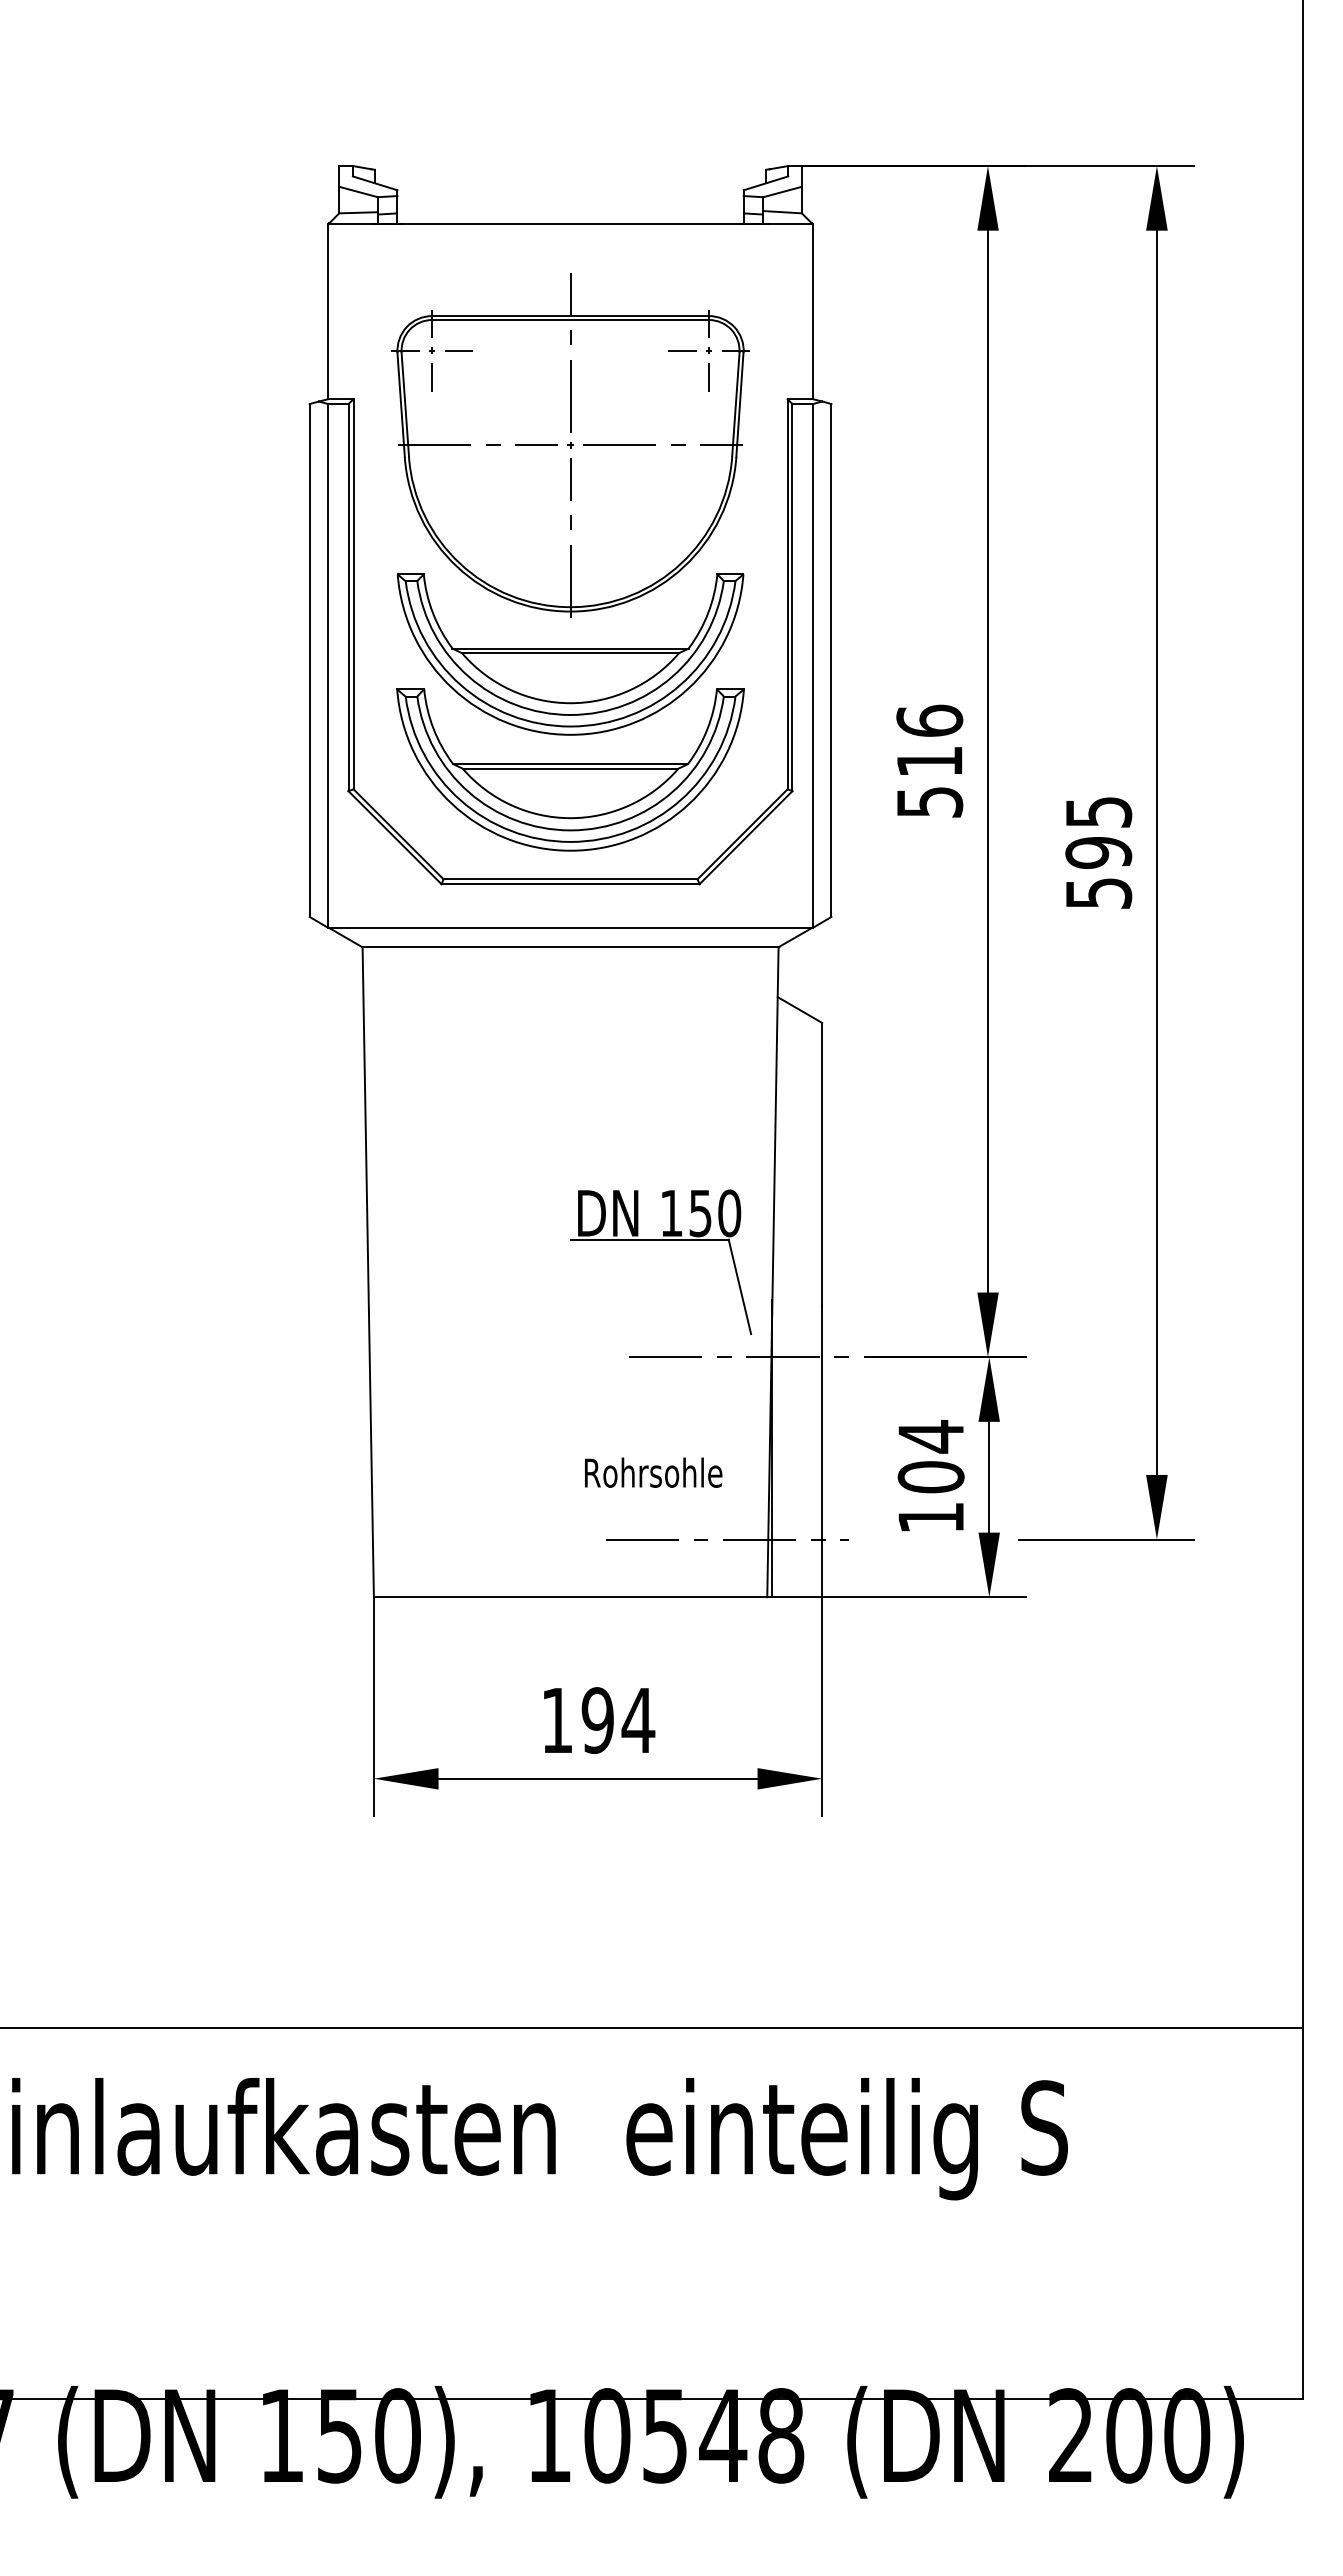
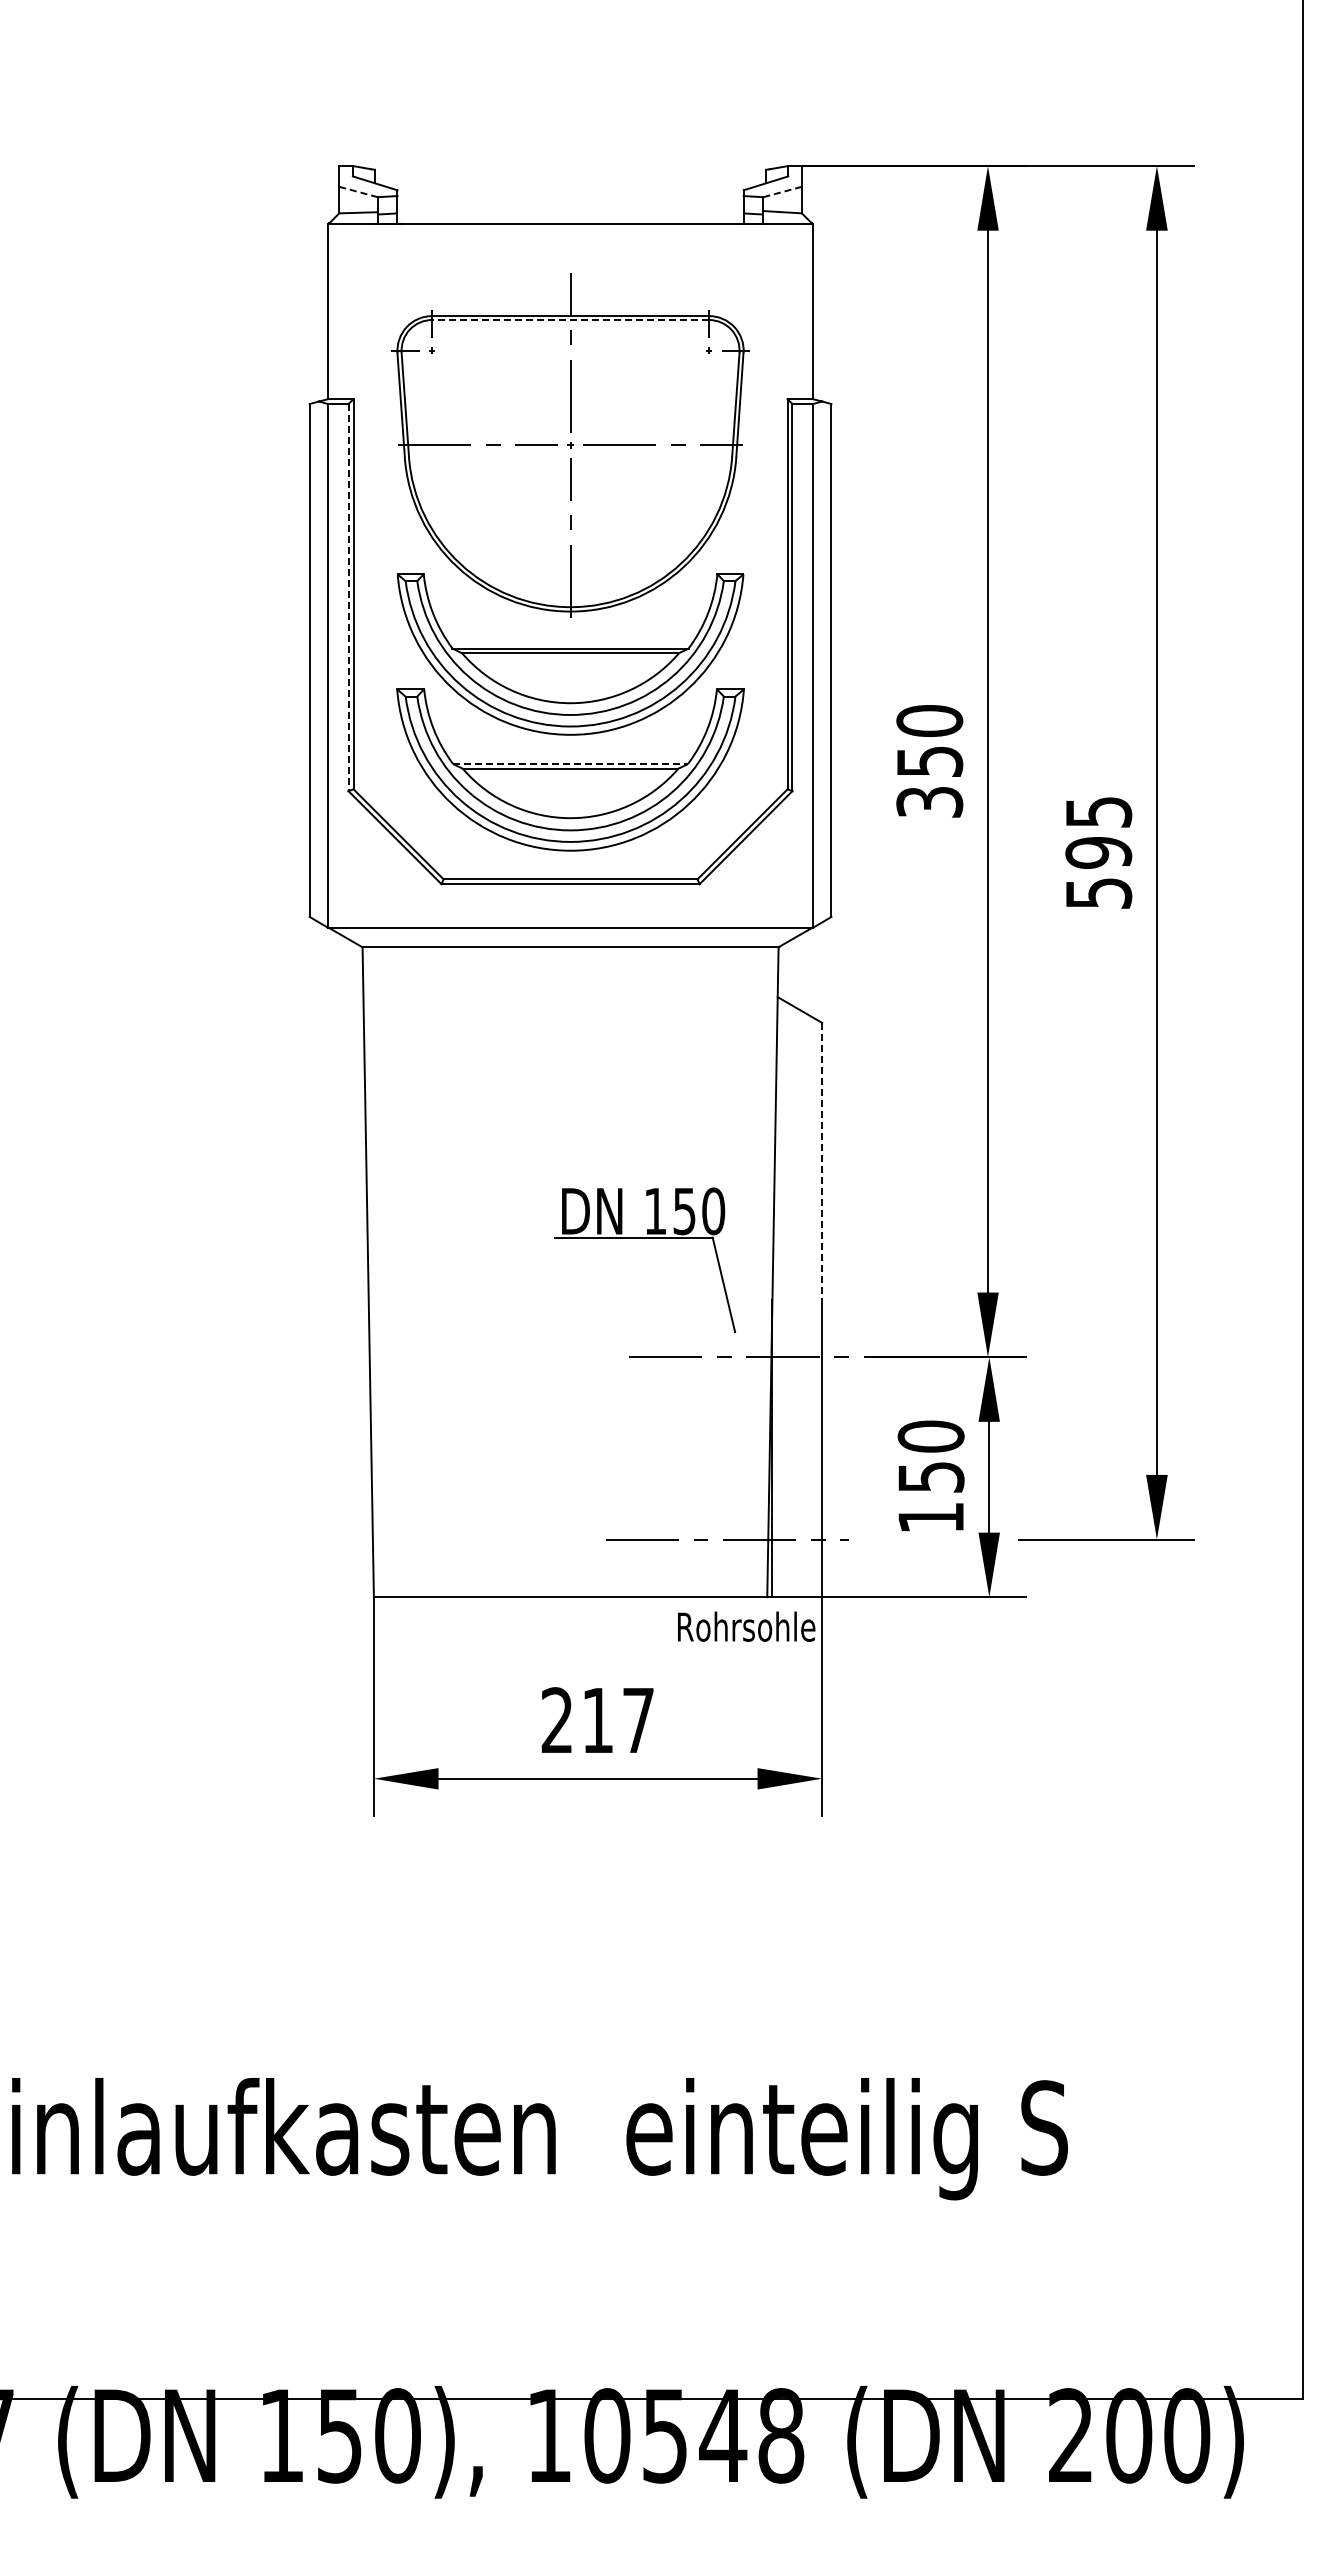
line at (358, 192): solid -> dashed
line at (782, 192): solid -> dashed
line at (570, 320): solid -> dashed
line at (458, 350): present -> none
line at (682, 350): present -> none
line at (432, 377): present -> none
line at (709, 377): present -> none
line at (348, 597): solid -> dashed
text at (929, 760): 516 -> 350
line at (570, 763): solid -> dashed
line at (822, 1164): solid -> dashed
part at (661, 1240) position: (661, 1240) -> (645, 1238)
text at (930, 1456): 104 -> 150
text at (653, 1472) position: (653, 1472) -> (746, 1626)
text at (598, 1720): 194 -> 217
line at (651, 2028): present -> none
